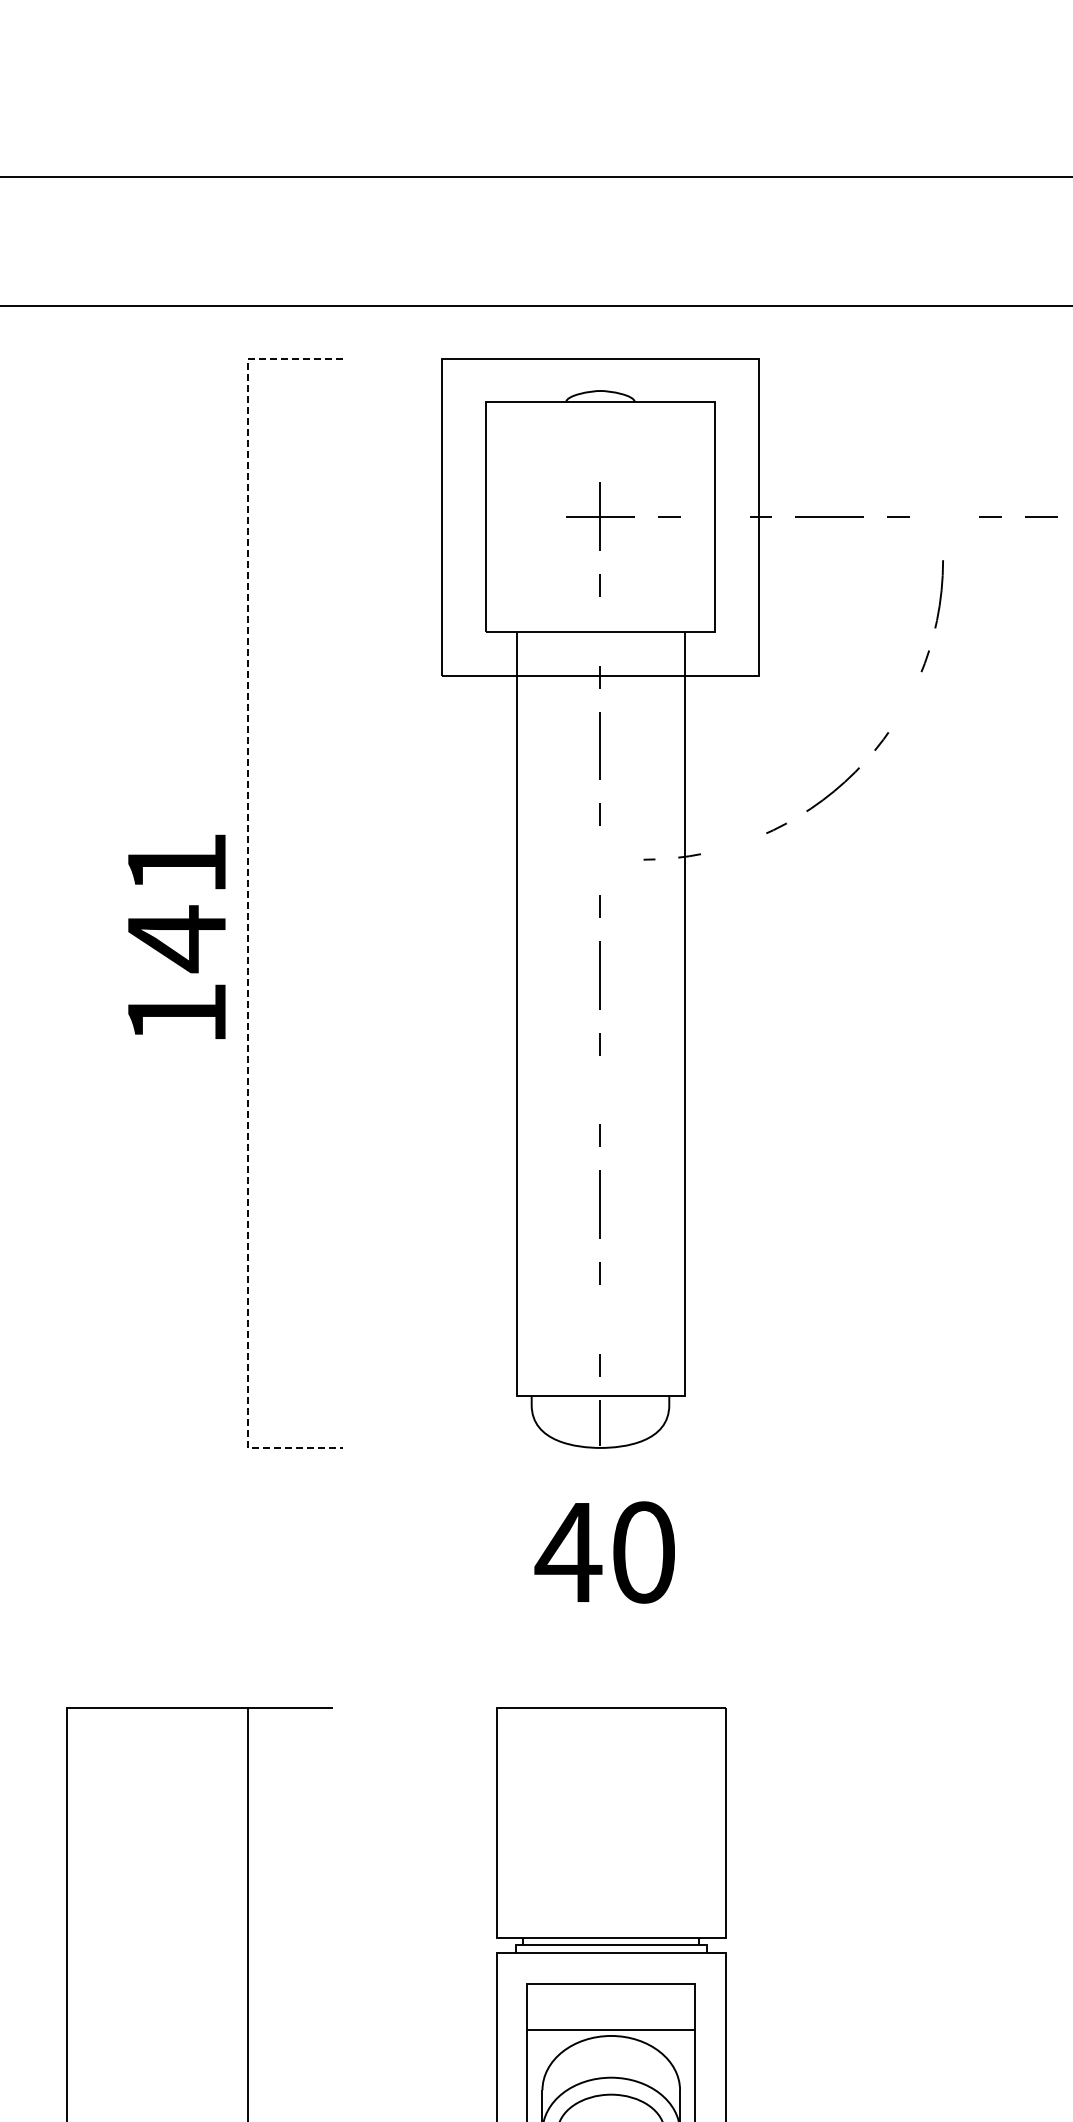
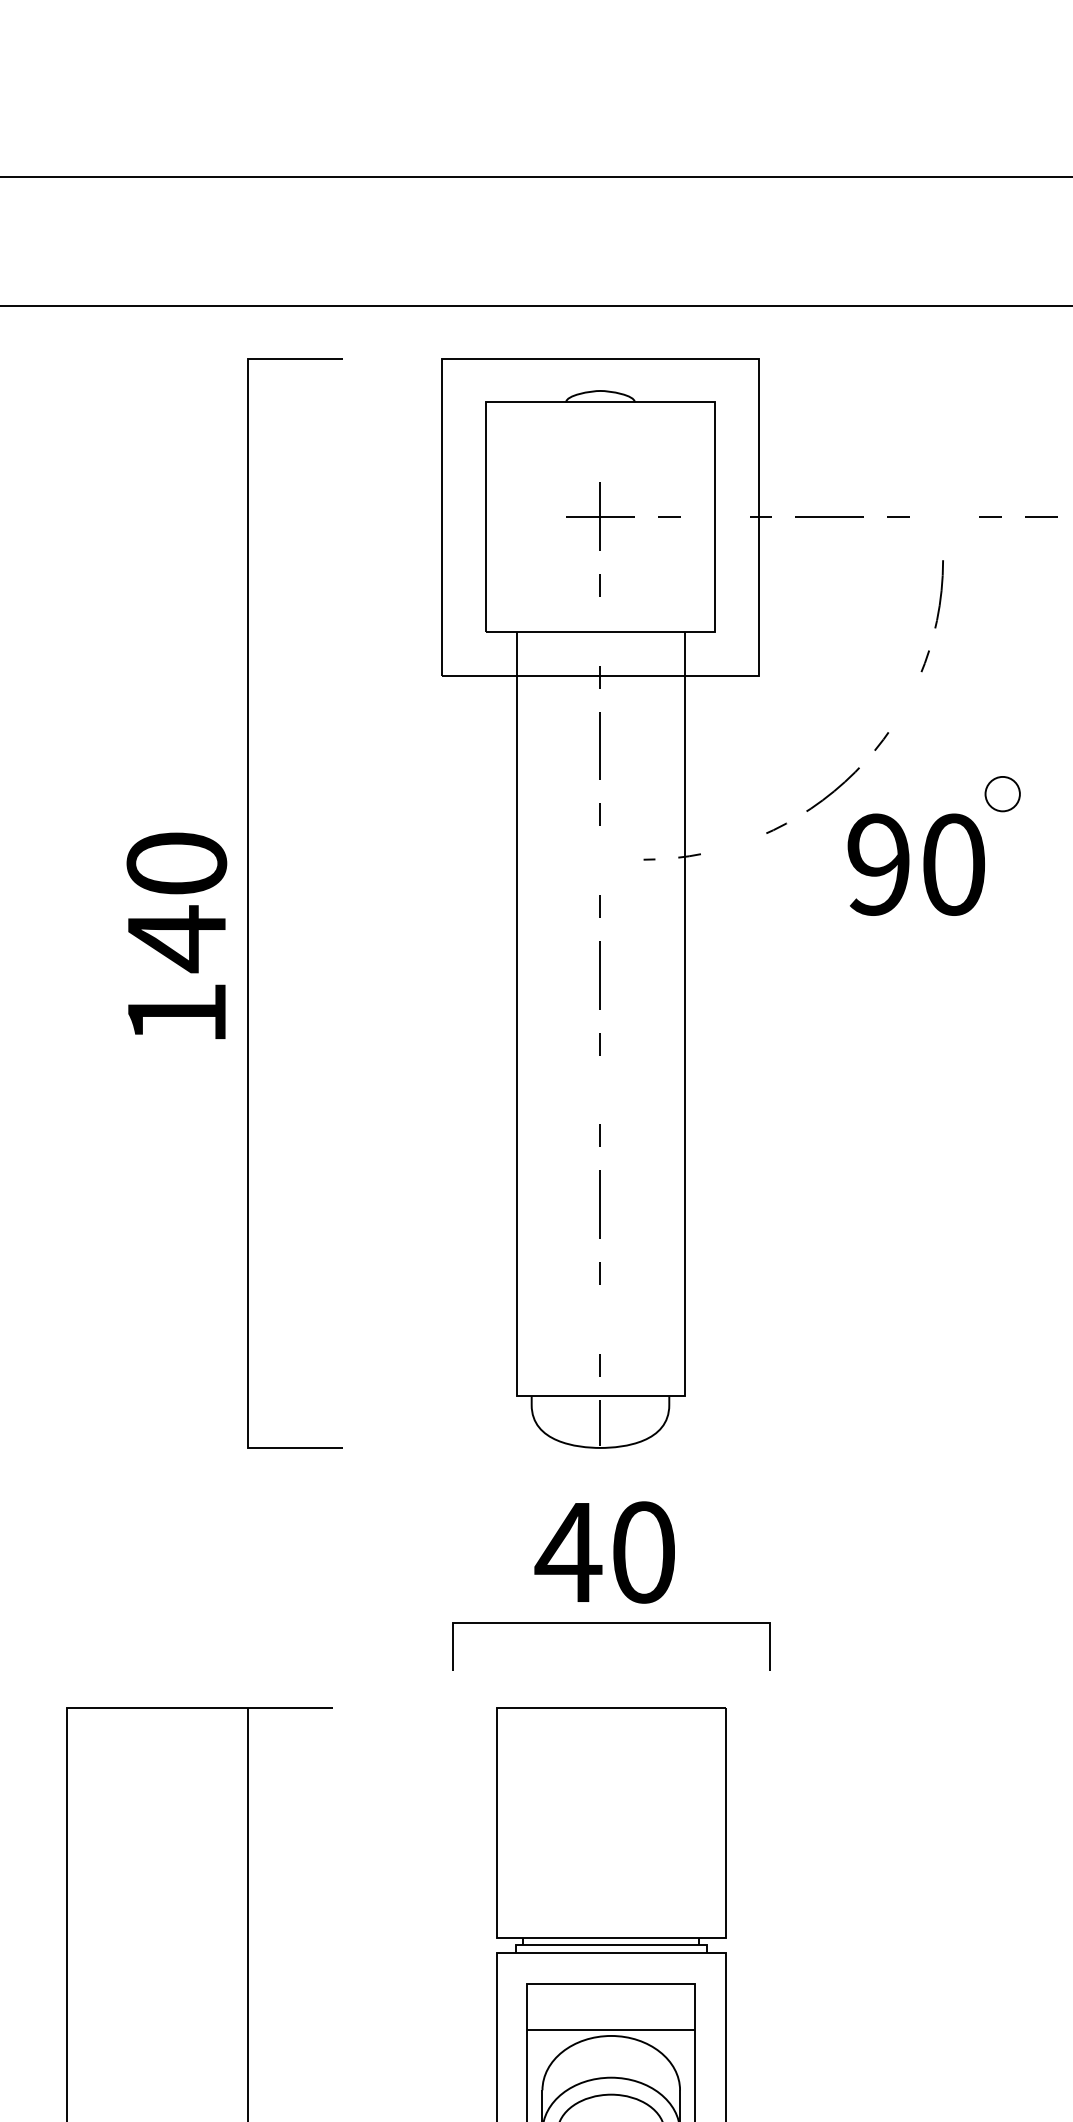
part at (933, 845): none -> present
text at (176, 863): 141 -> 140
line at (248, 903): dashed -> solid
line at (611, 1623): none -> present
